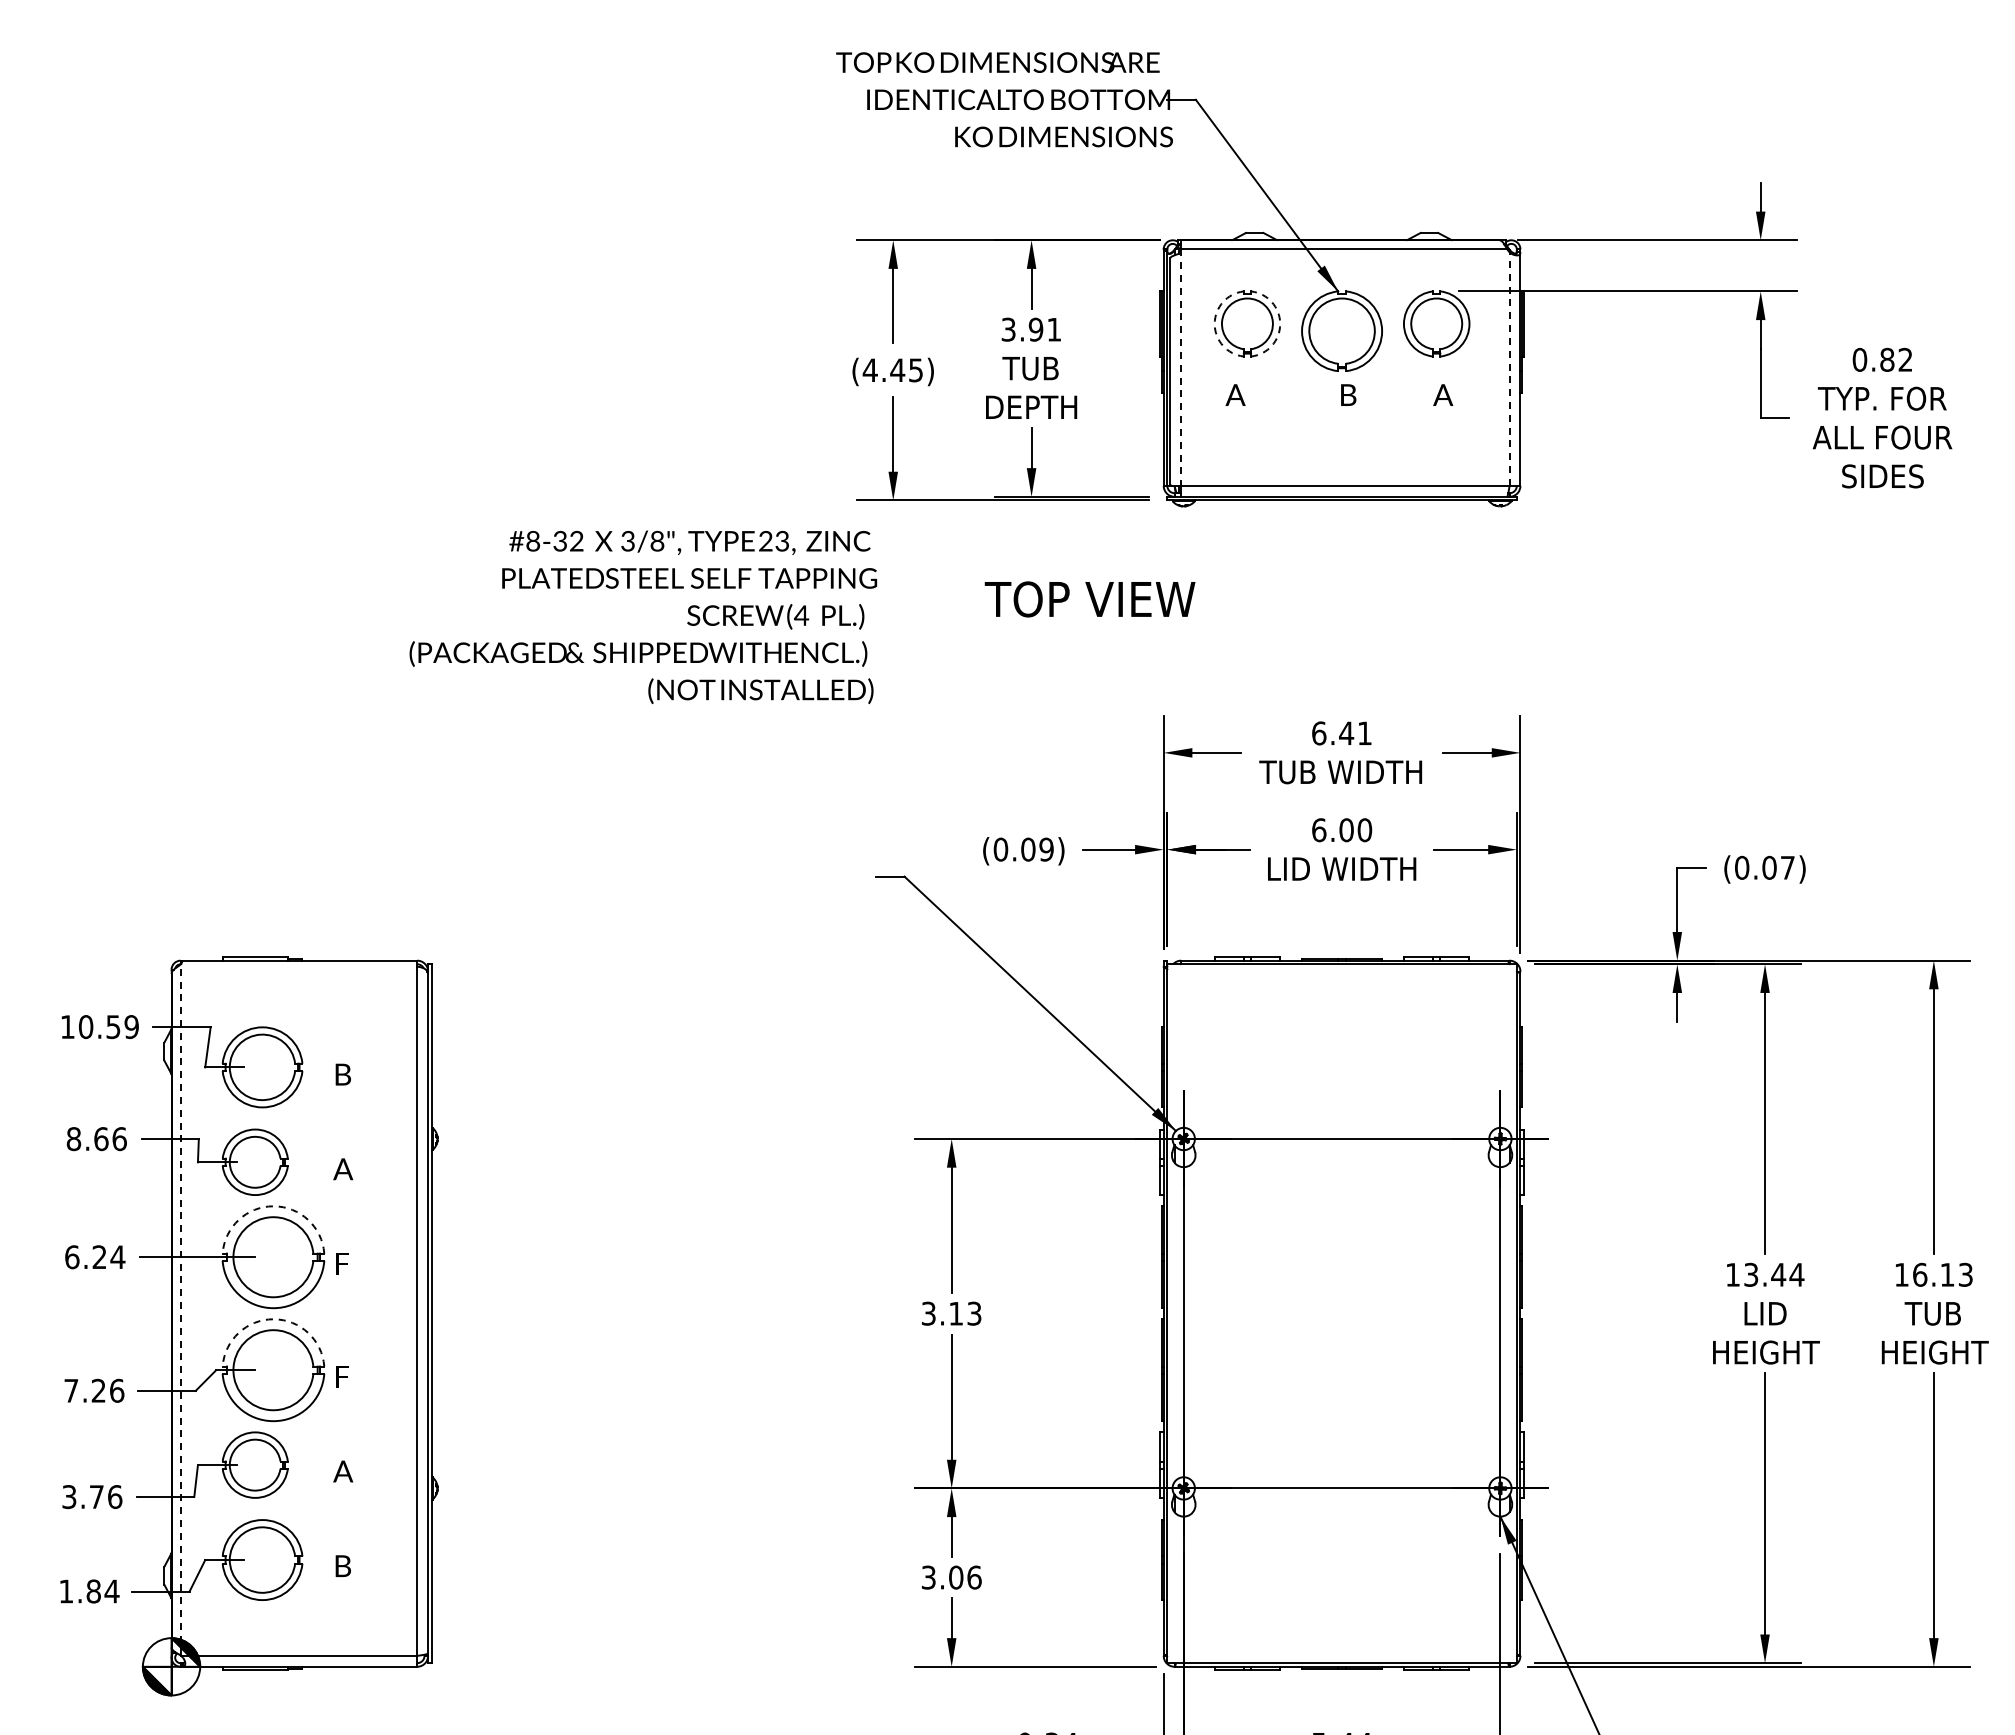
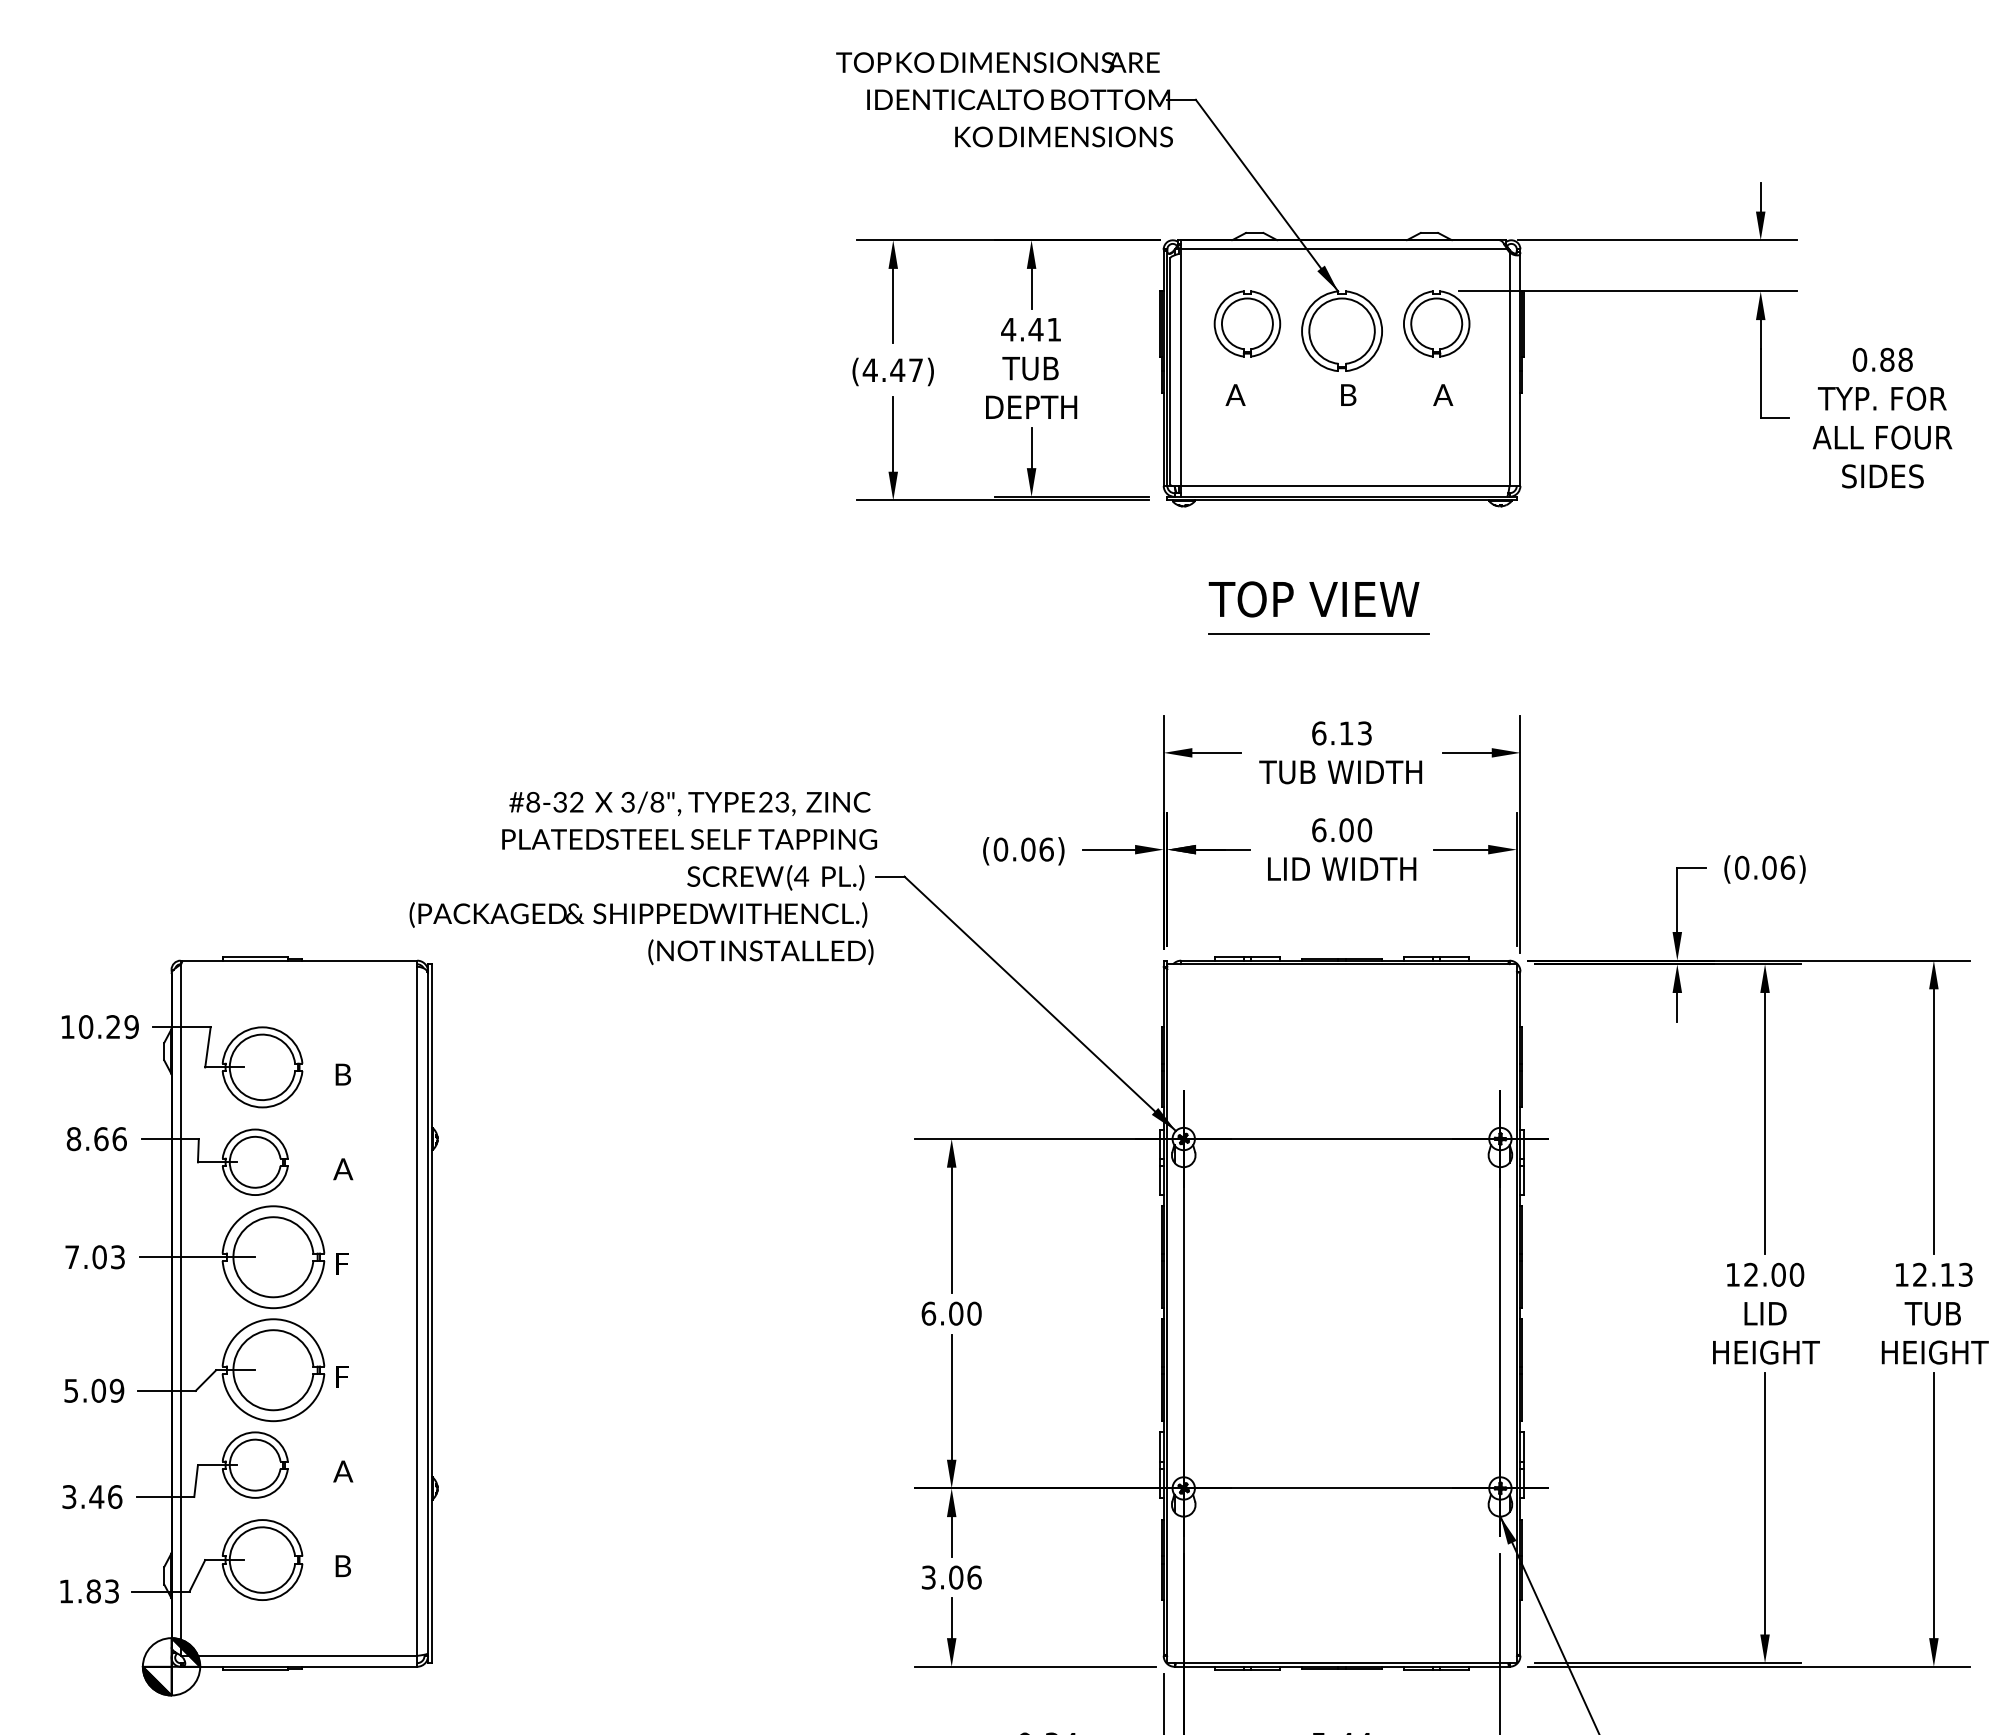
arc at (1214, 323): dashed -> solid
arc at (1280, 323): dashed -> solid
text at (1022, 329): 3.91 -> 4.41
text at (1905, 359): 0.82 -> 0.88
line at (1181, 368): dashed -> solid
line at (1509, 369): dashed -> solid
text at (915, 370): (4.45) -> (4.47)
text at (1089, 599) position: (1089, 599) -> (1313, 599)
text at (643, 617) position: (643, 617) -> (643, 878)
line at (1318, 634): none -> present
text at (1355, 733): 6.41 -> 6.13
text at (1046, 849): (0.09) -> (0.06)
text at (1787, 867): (0.07) -> (0.06)
text at (113, 1027): 10.59 -> 10.29
arc at (273, 1206): dashed -> solid
text at (95, 1257): 6.24 -> 7.03
text at (1774, 1274): 13.44 -> 12.00
text at (1920, 1274): 16.13 -> 12.13
line at (180, 1309): dashed -> solid
text at (951, 1313): 3.13 -> 6.00
arc at (273, 1319): dashed -> solid
text at (94, 1390): 7.26 -> 5.09
text at (96, 1496): 3.76 -> 3.46
text at (111, 1591): 1.84 -> 1.83
